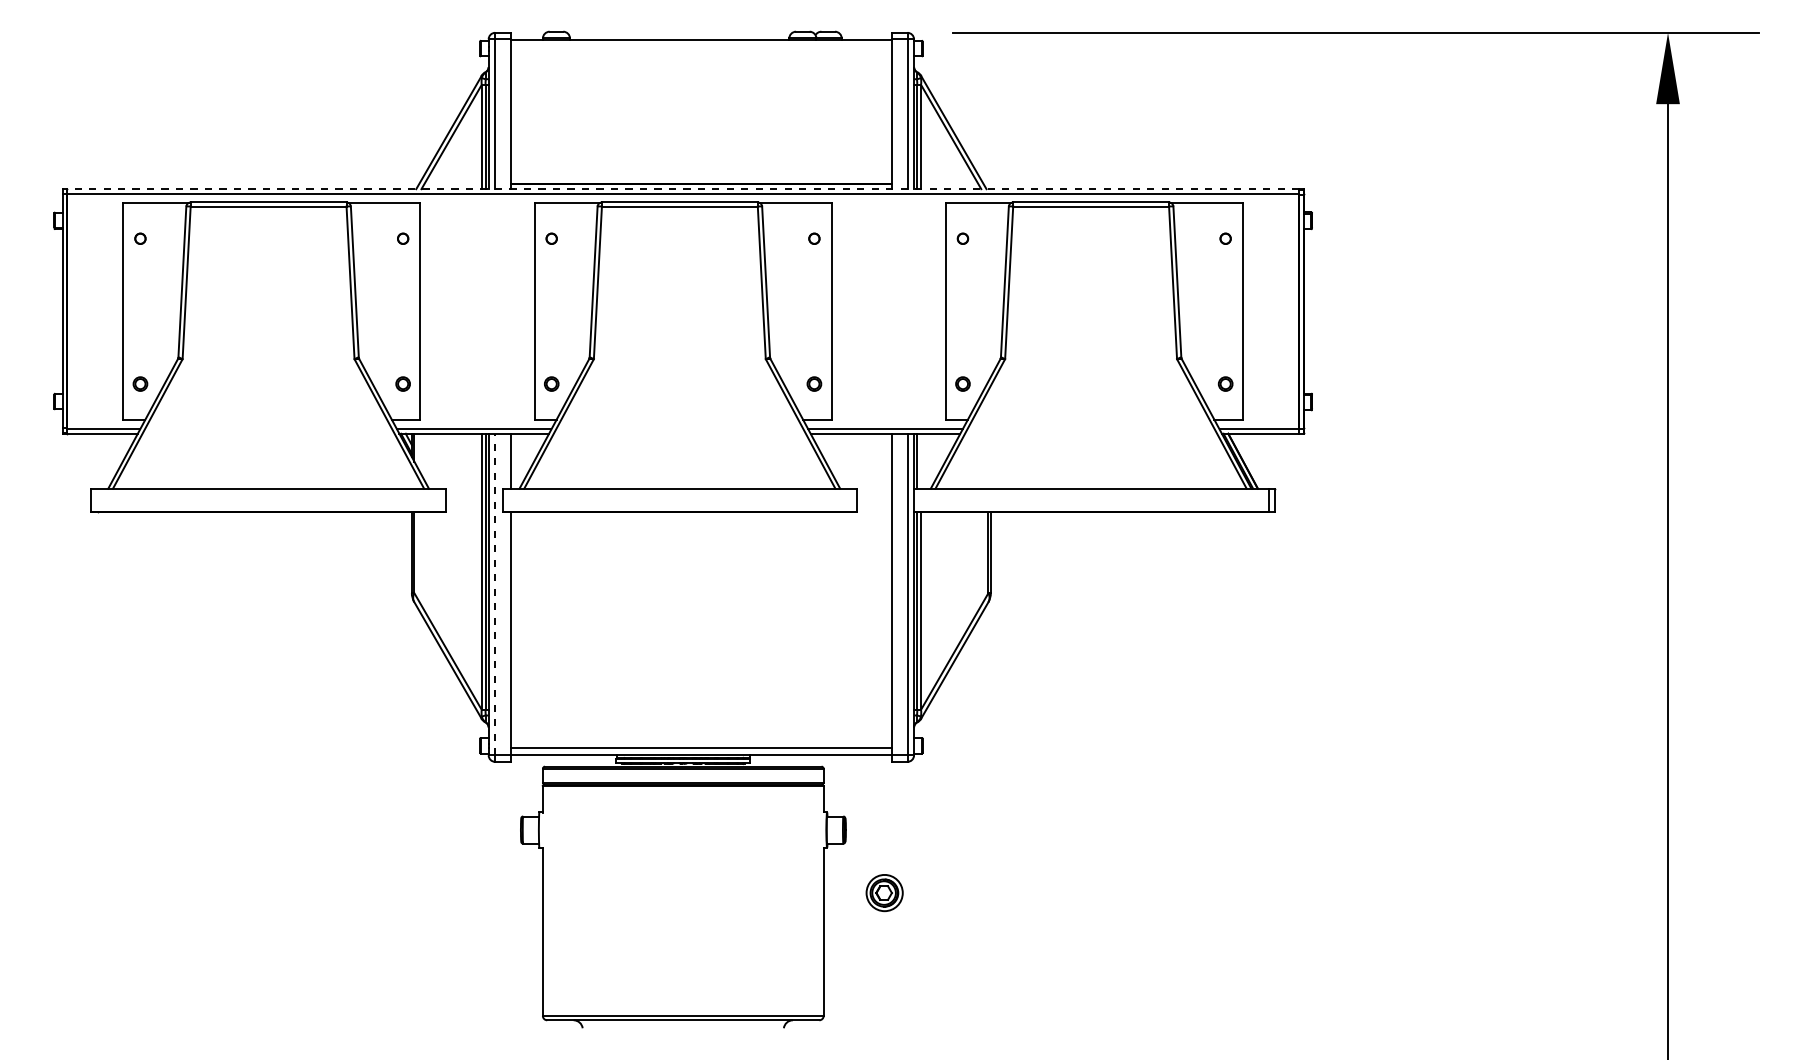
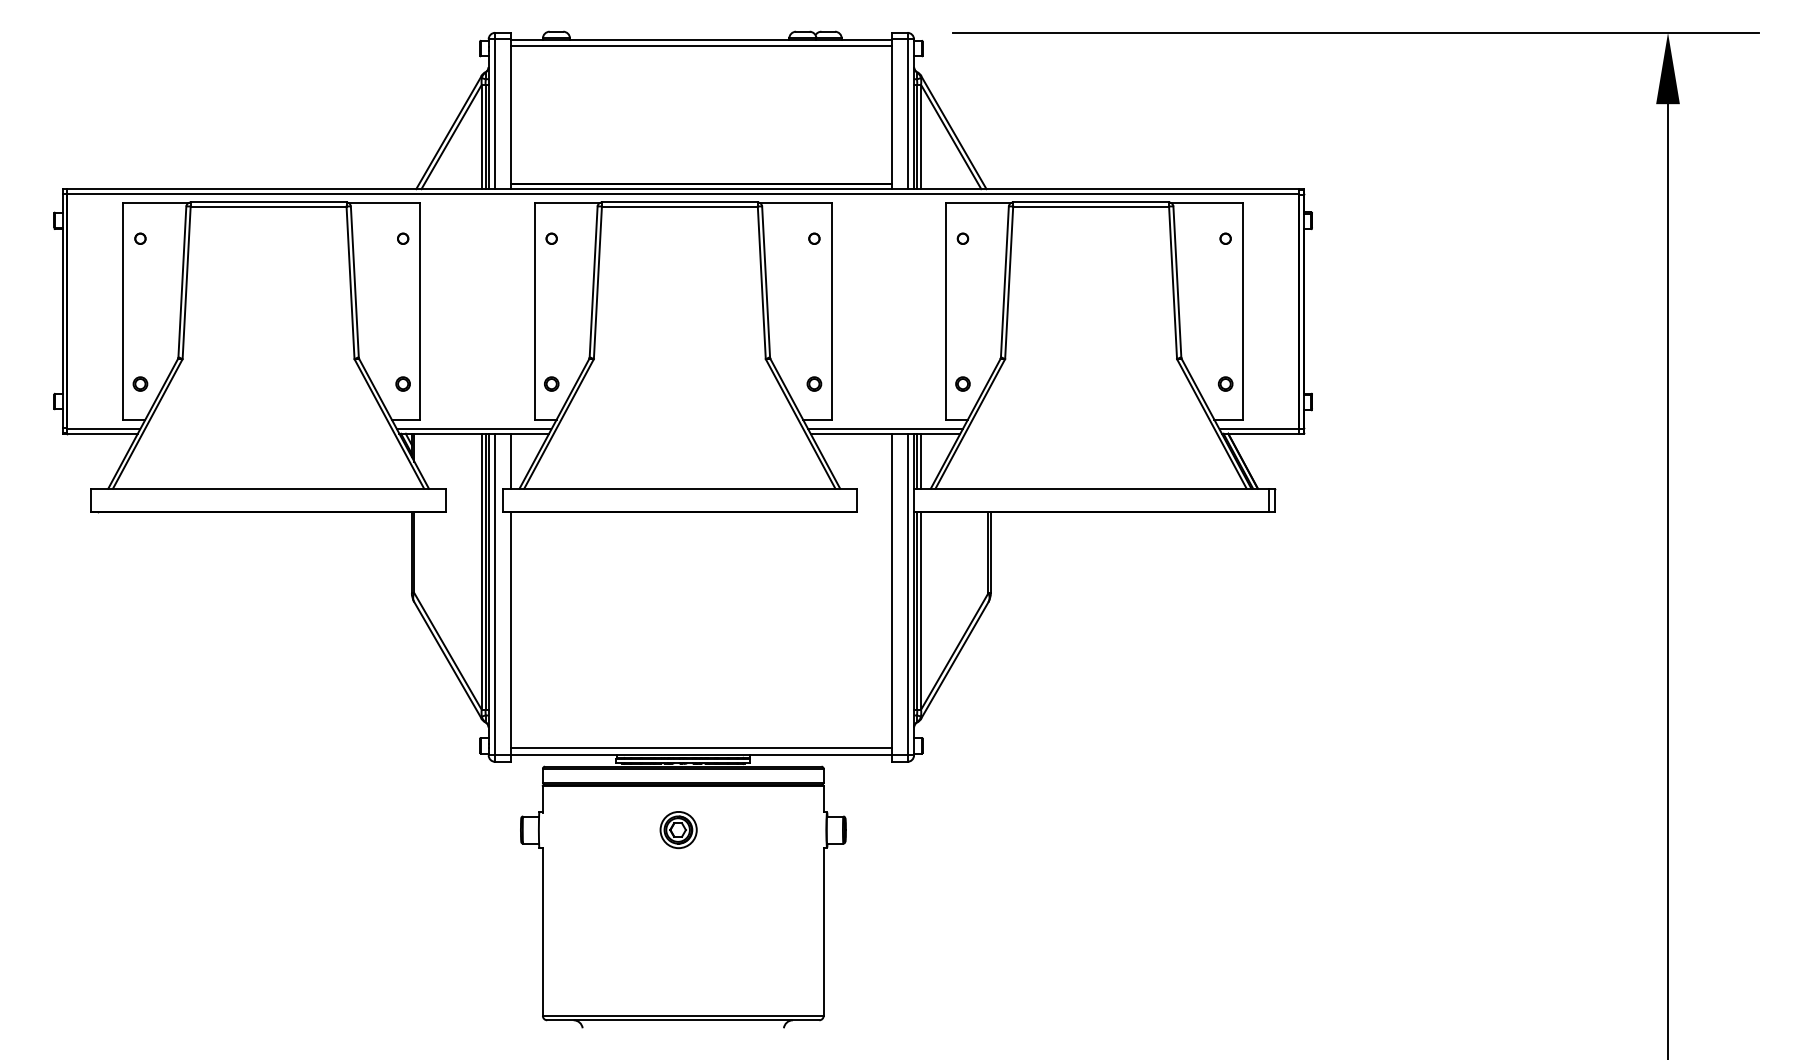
line at (701, 46): none -> present
line at (683, 189): dashed -> solid
line at (921, 460): none -> present
line at (495, 594): dashed -> solid
part at (884, 893) position: (884, 893) -> (678, 830)
